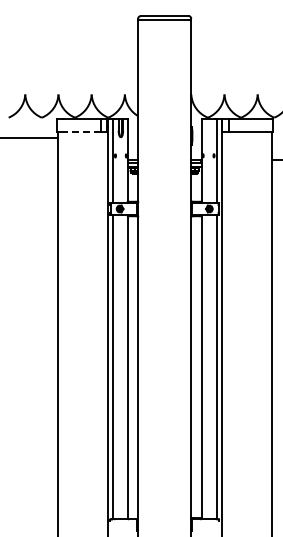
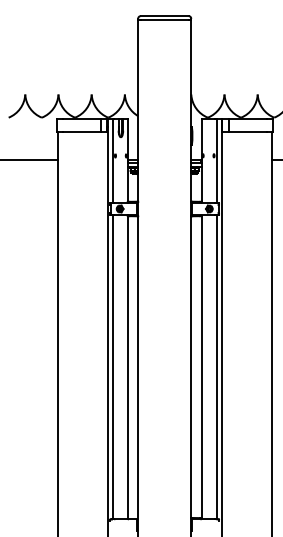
line at (81, 132): dashed -> solid
line at (29, 137) position: (29, 137) -> (29, 159)
